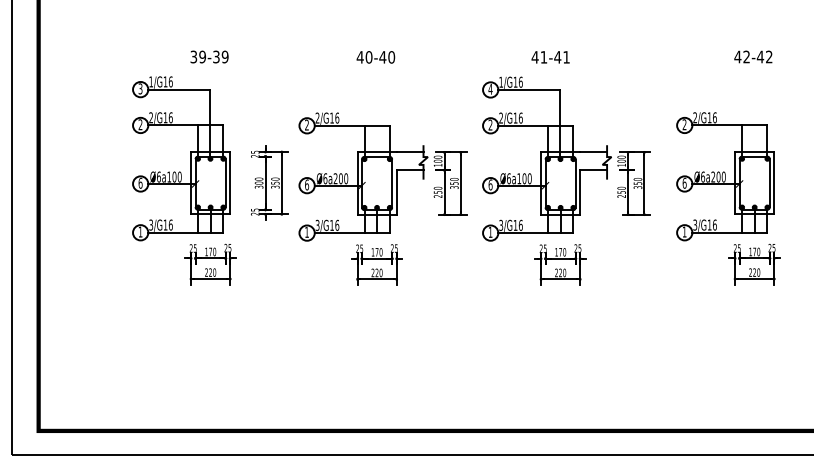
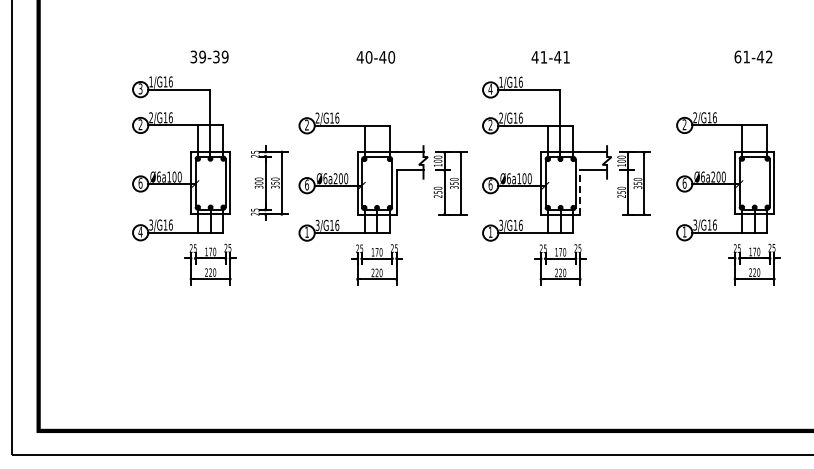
text at (741, 56): 42-42 -> 61-42
line at (580, 191): solid -> dashed
text at (140, 231): 1 -> 4
